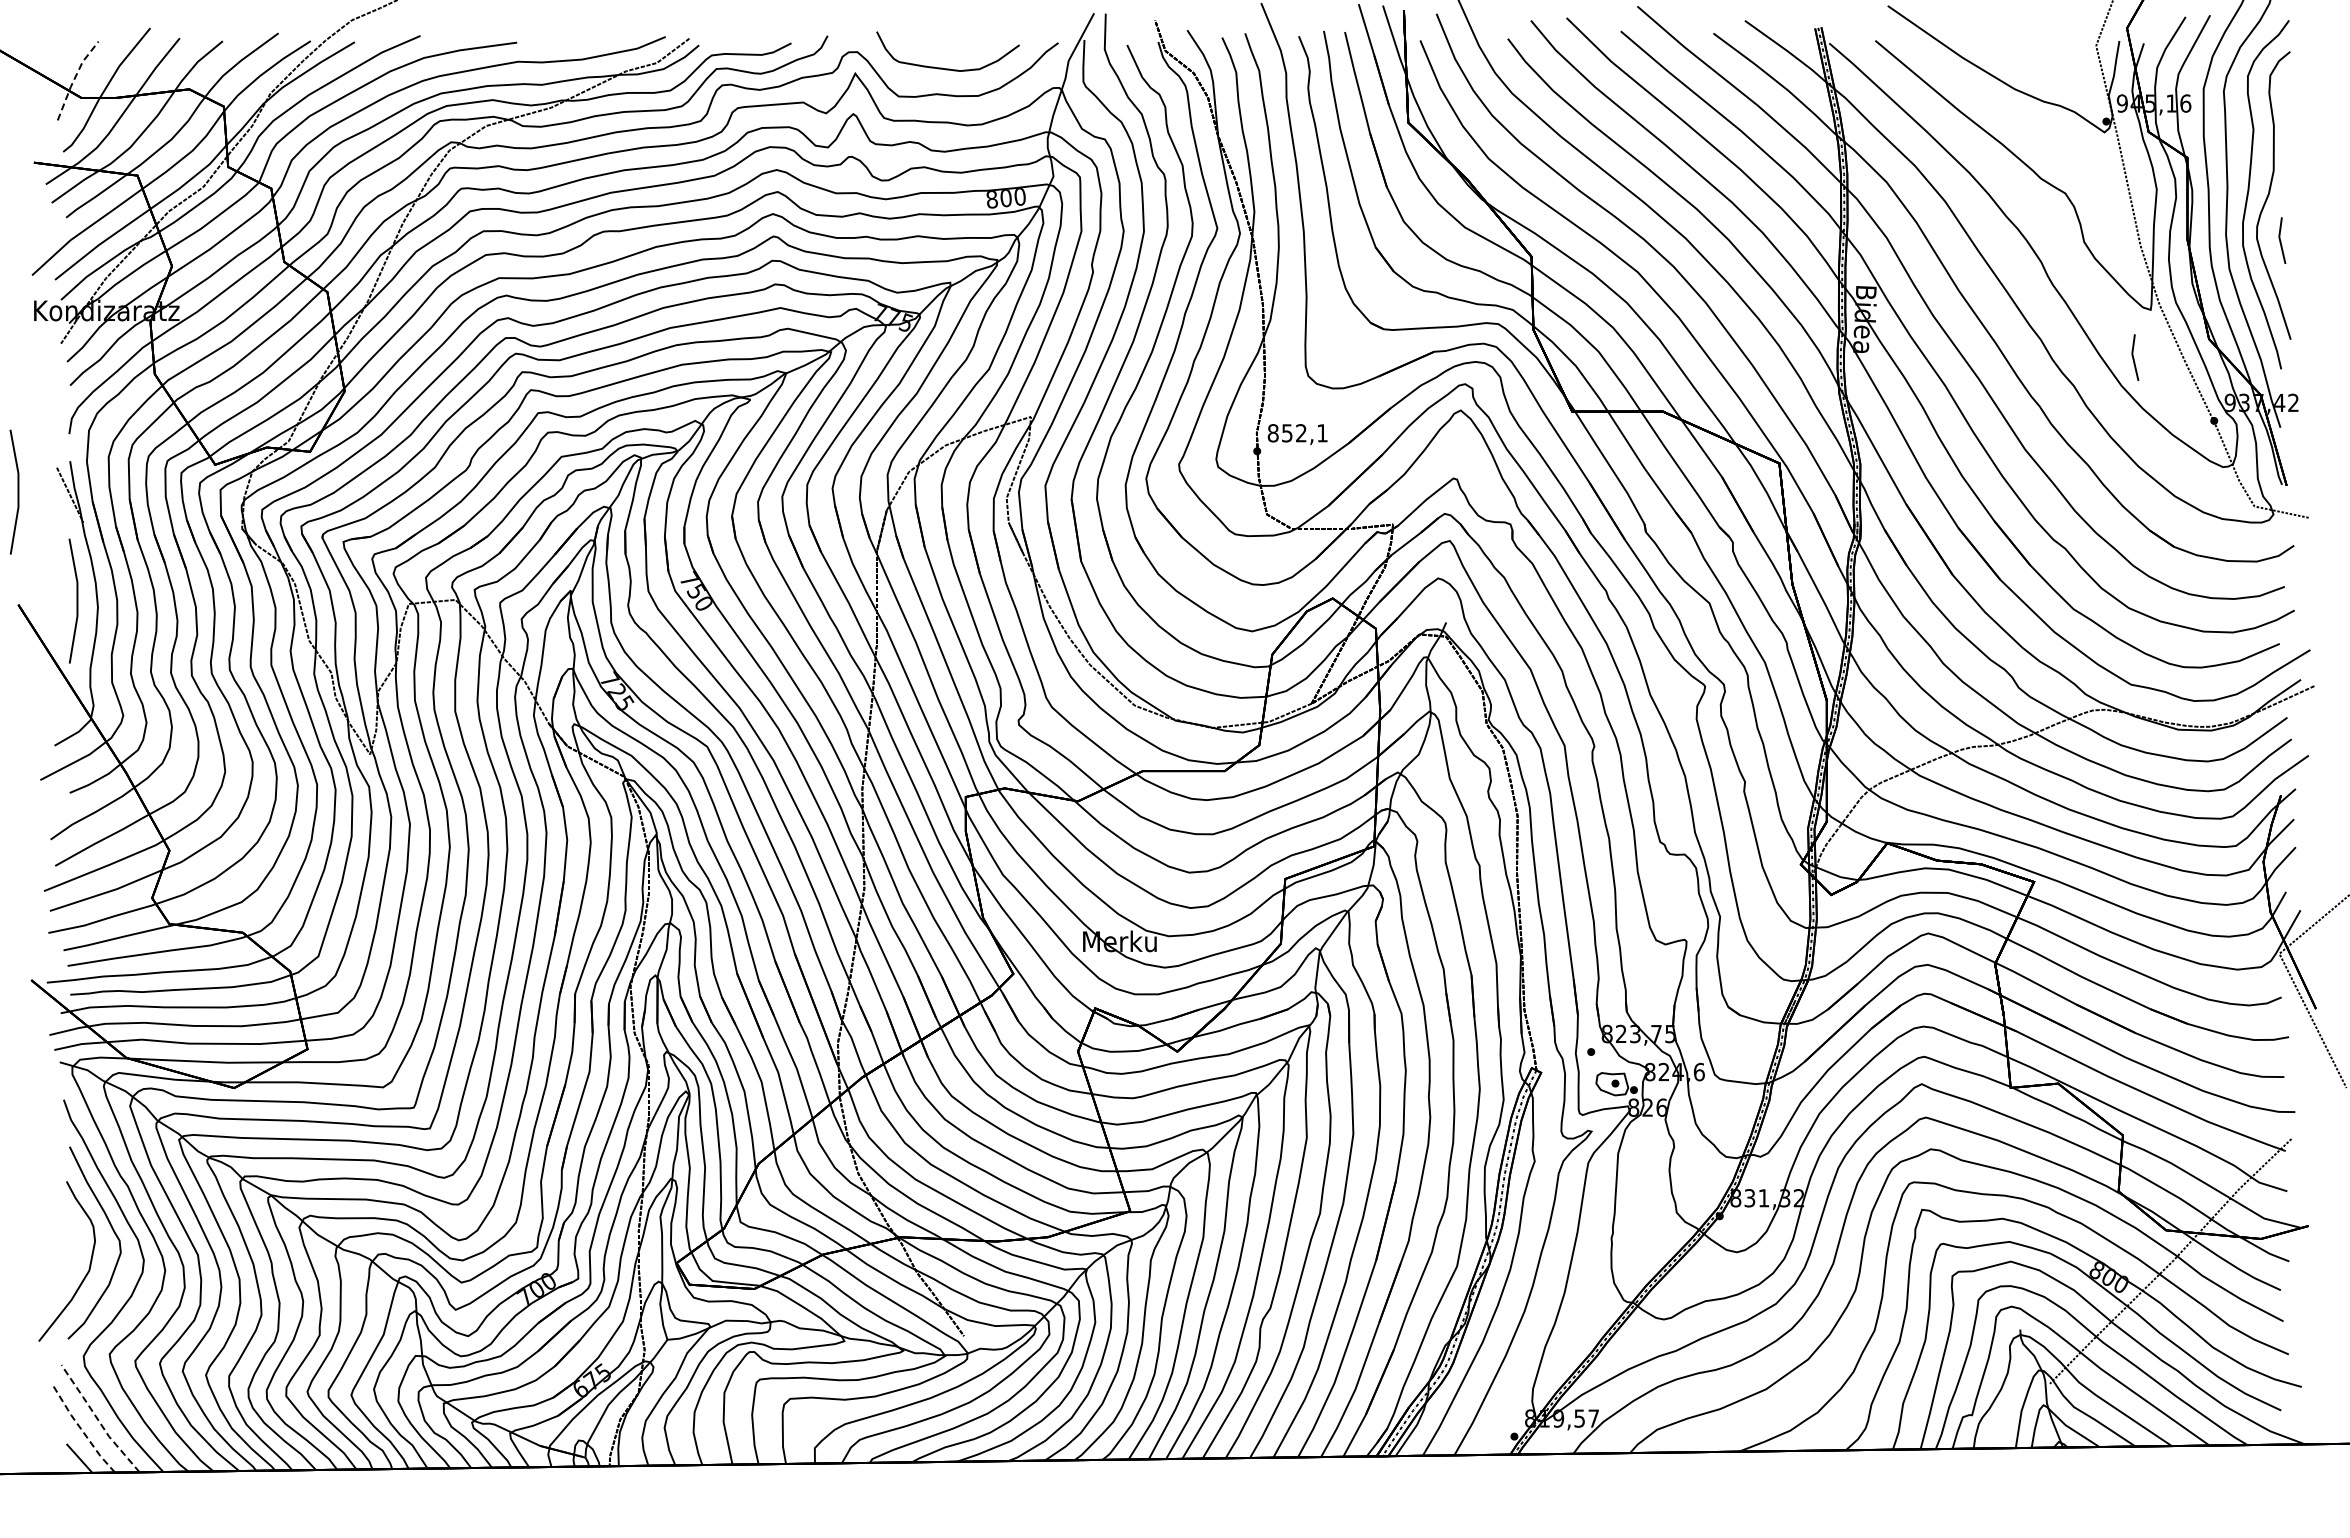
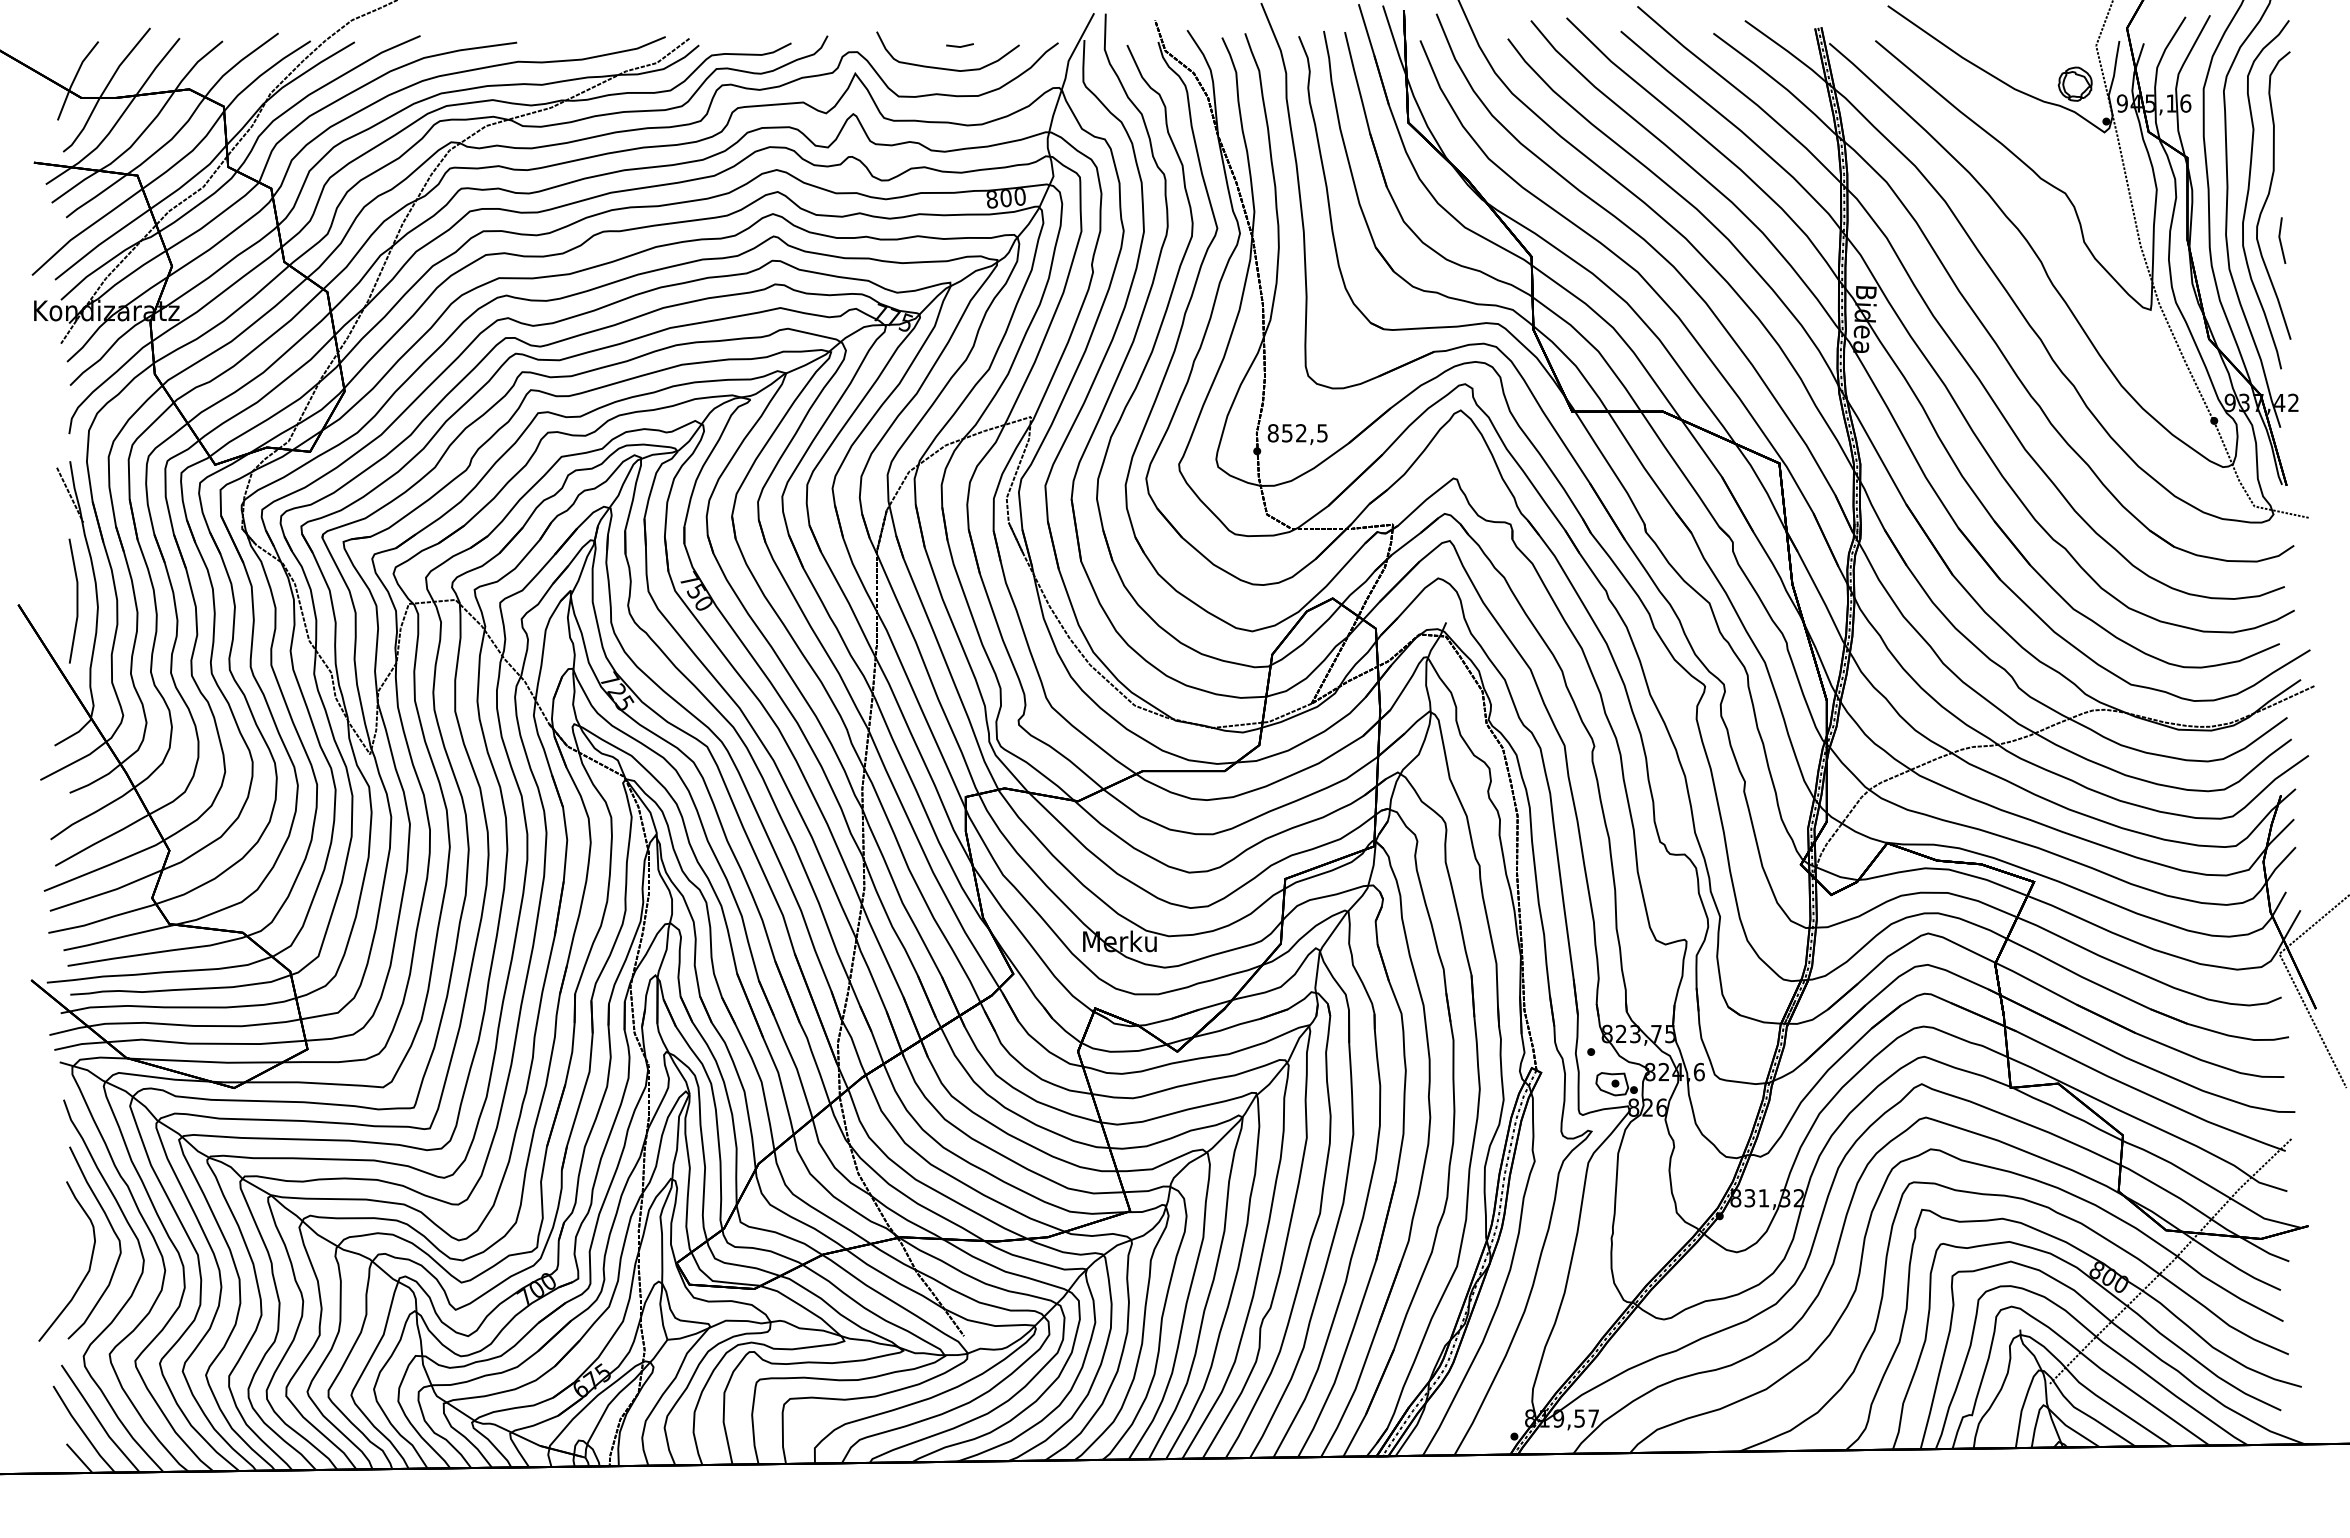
line at (959, 46): none -> present
line at (74, 78): dashed -> solid
part at (2074, 83): none -> present
line at (2134, 358): present -> none
text at (1322, 433): 852,1 -> 852,5
line at (17, 491): present -> none
line at (98, 1420): dashed -> solid
line at (82, 1430): dashed -> solid
